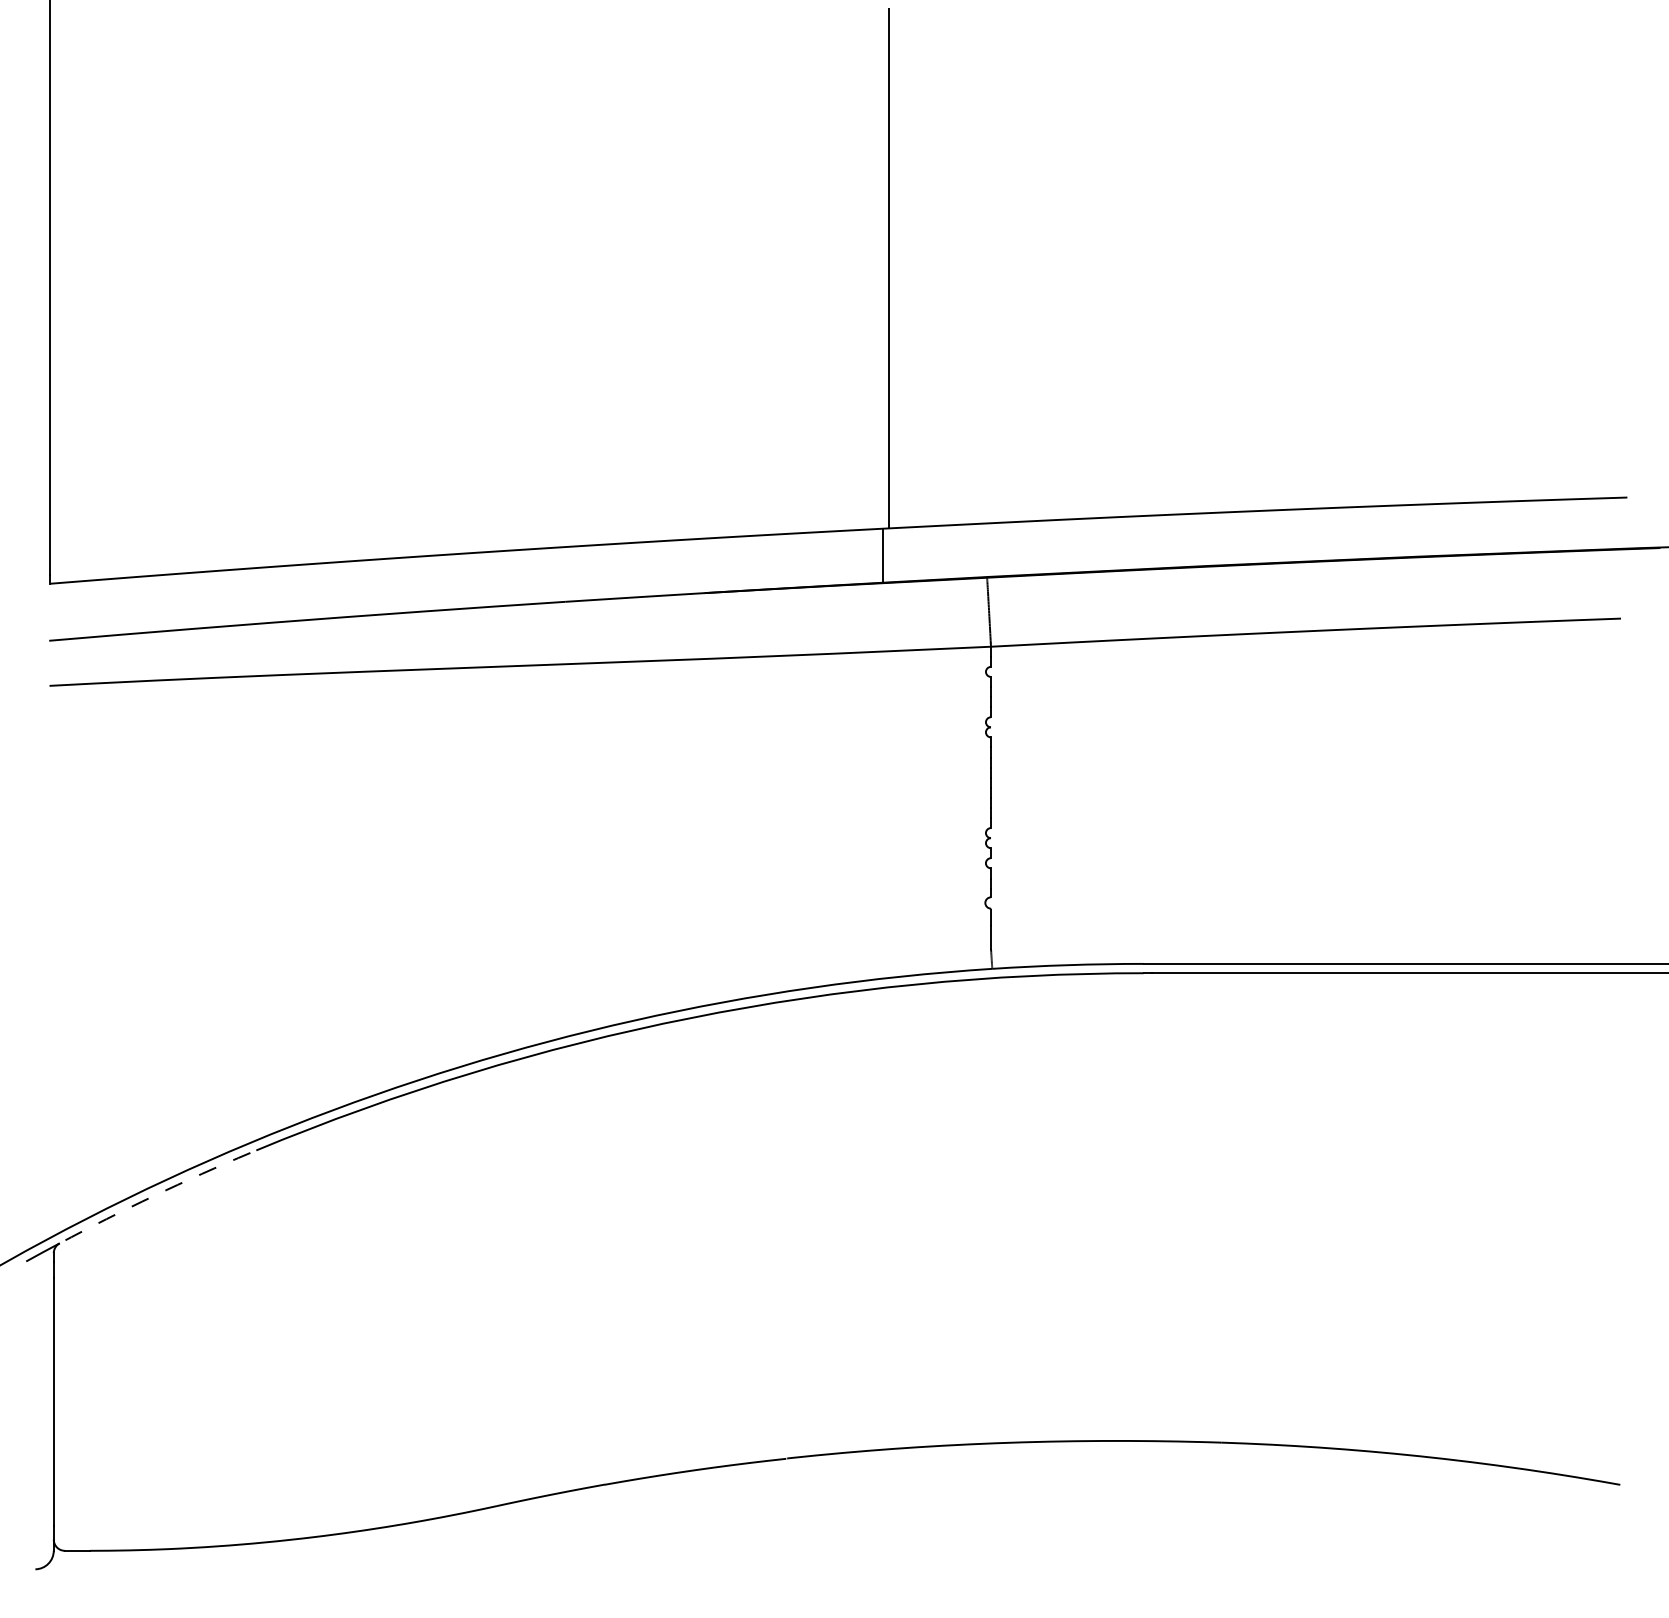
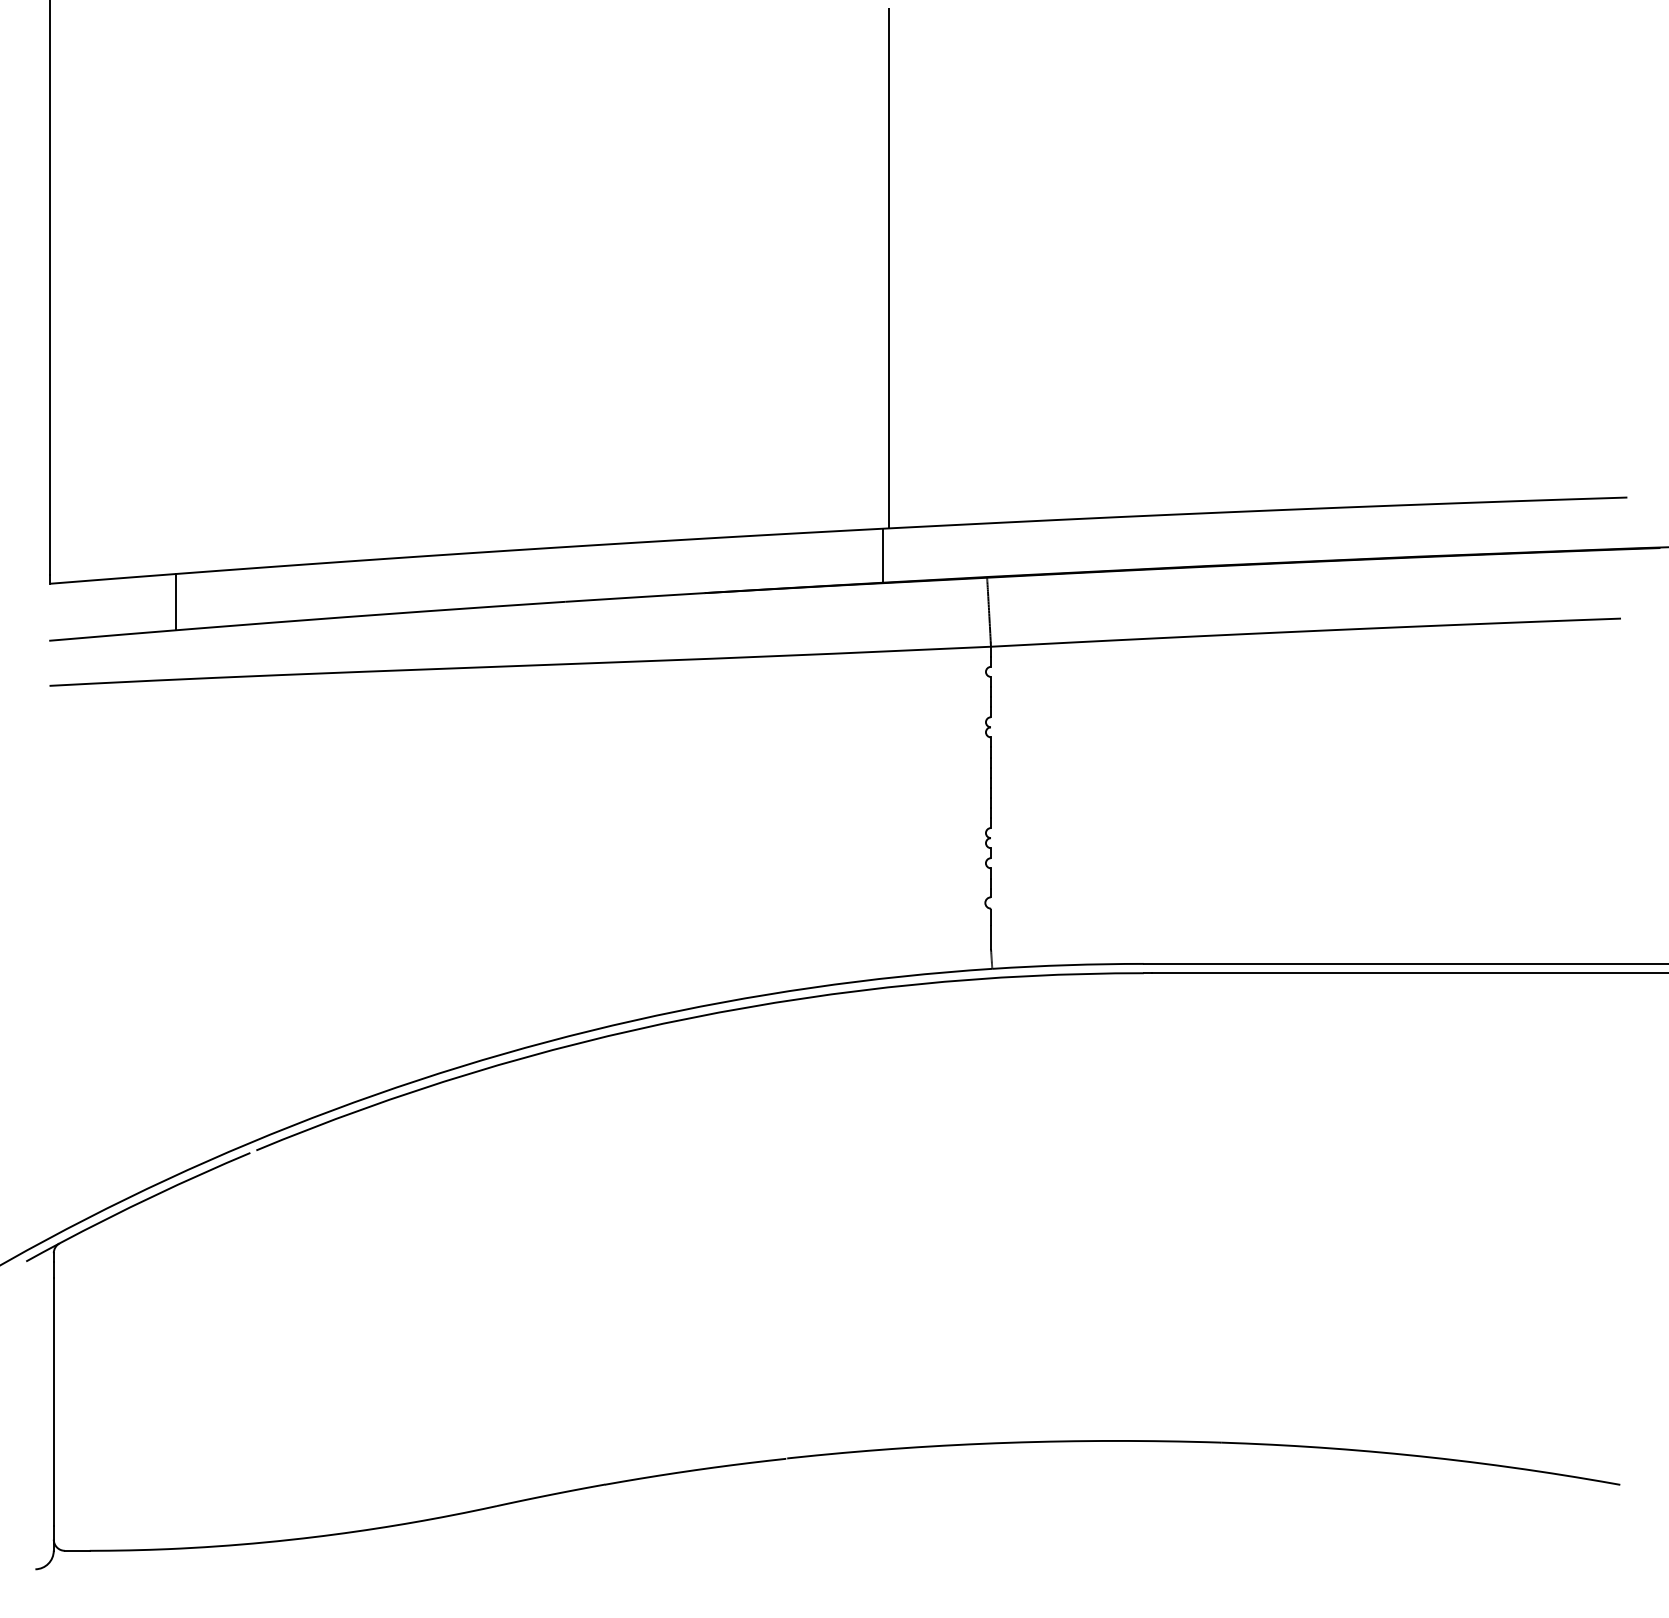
line at (176, 601): none -> present
arc at (154, 1195): dashed -> solid
